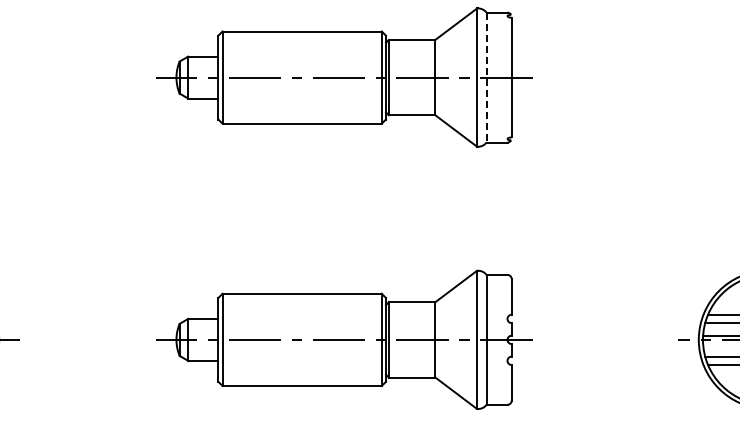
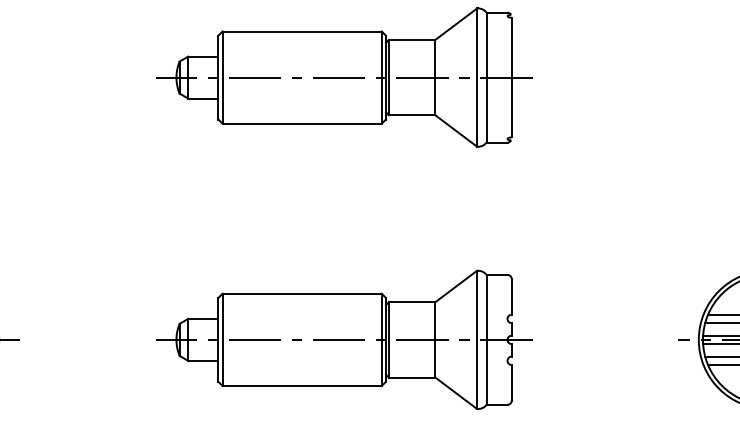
line at (486, 77): dashed -> solid
line at (719, 344): none -> present
